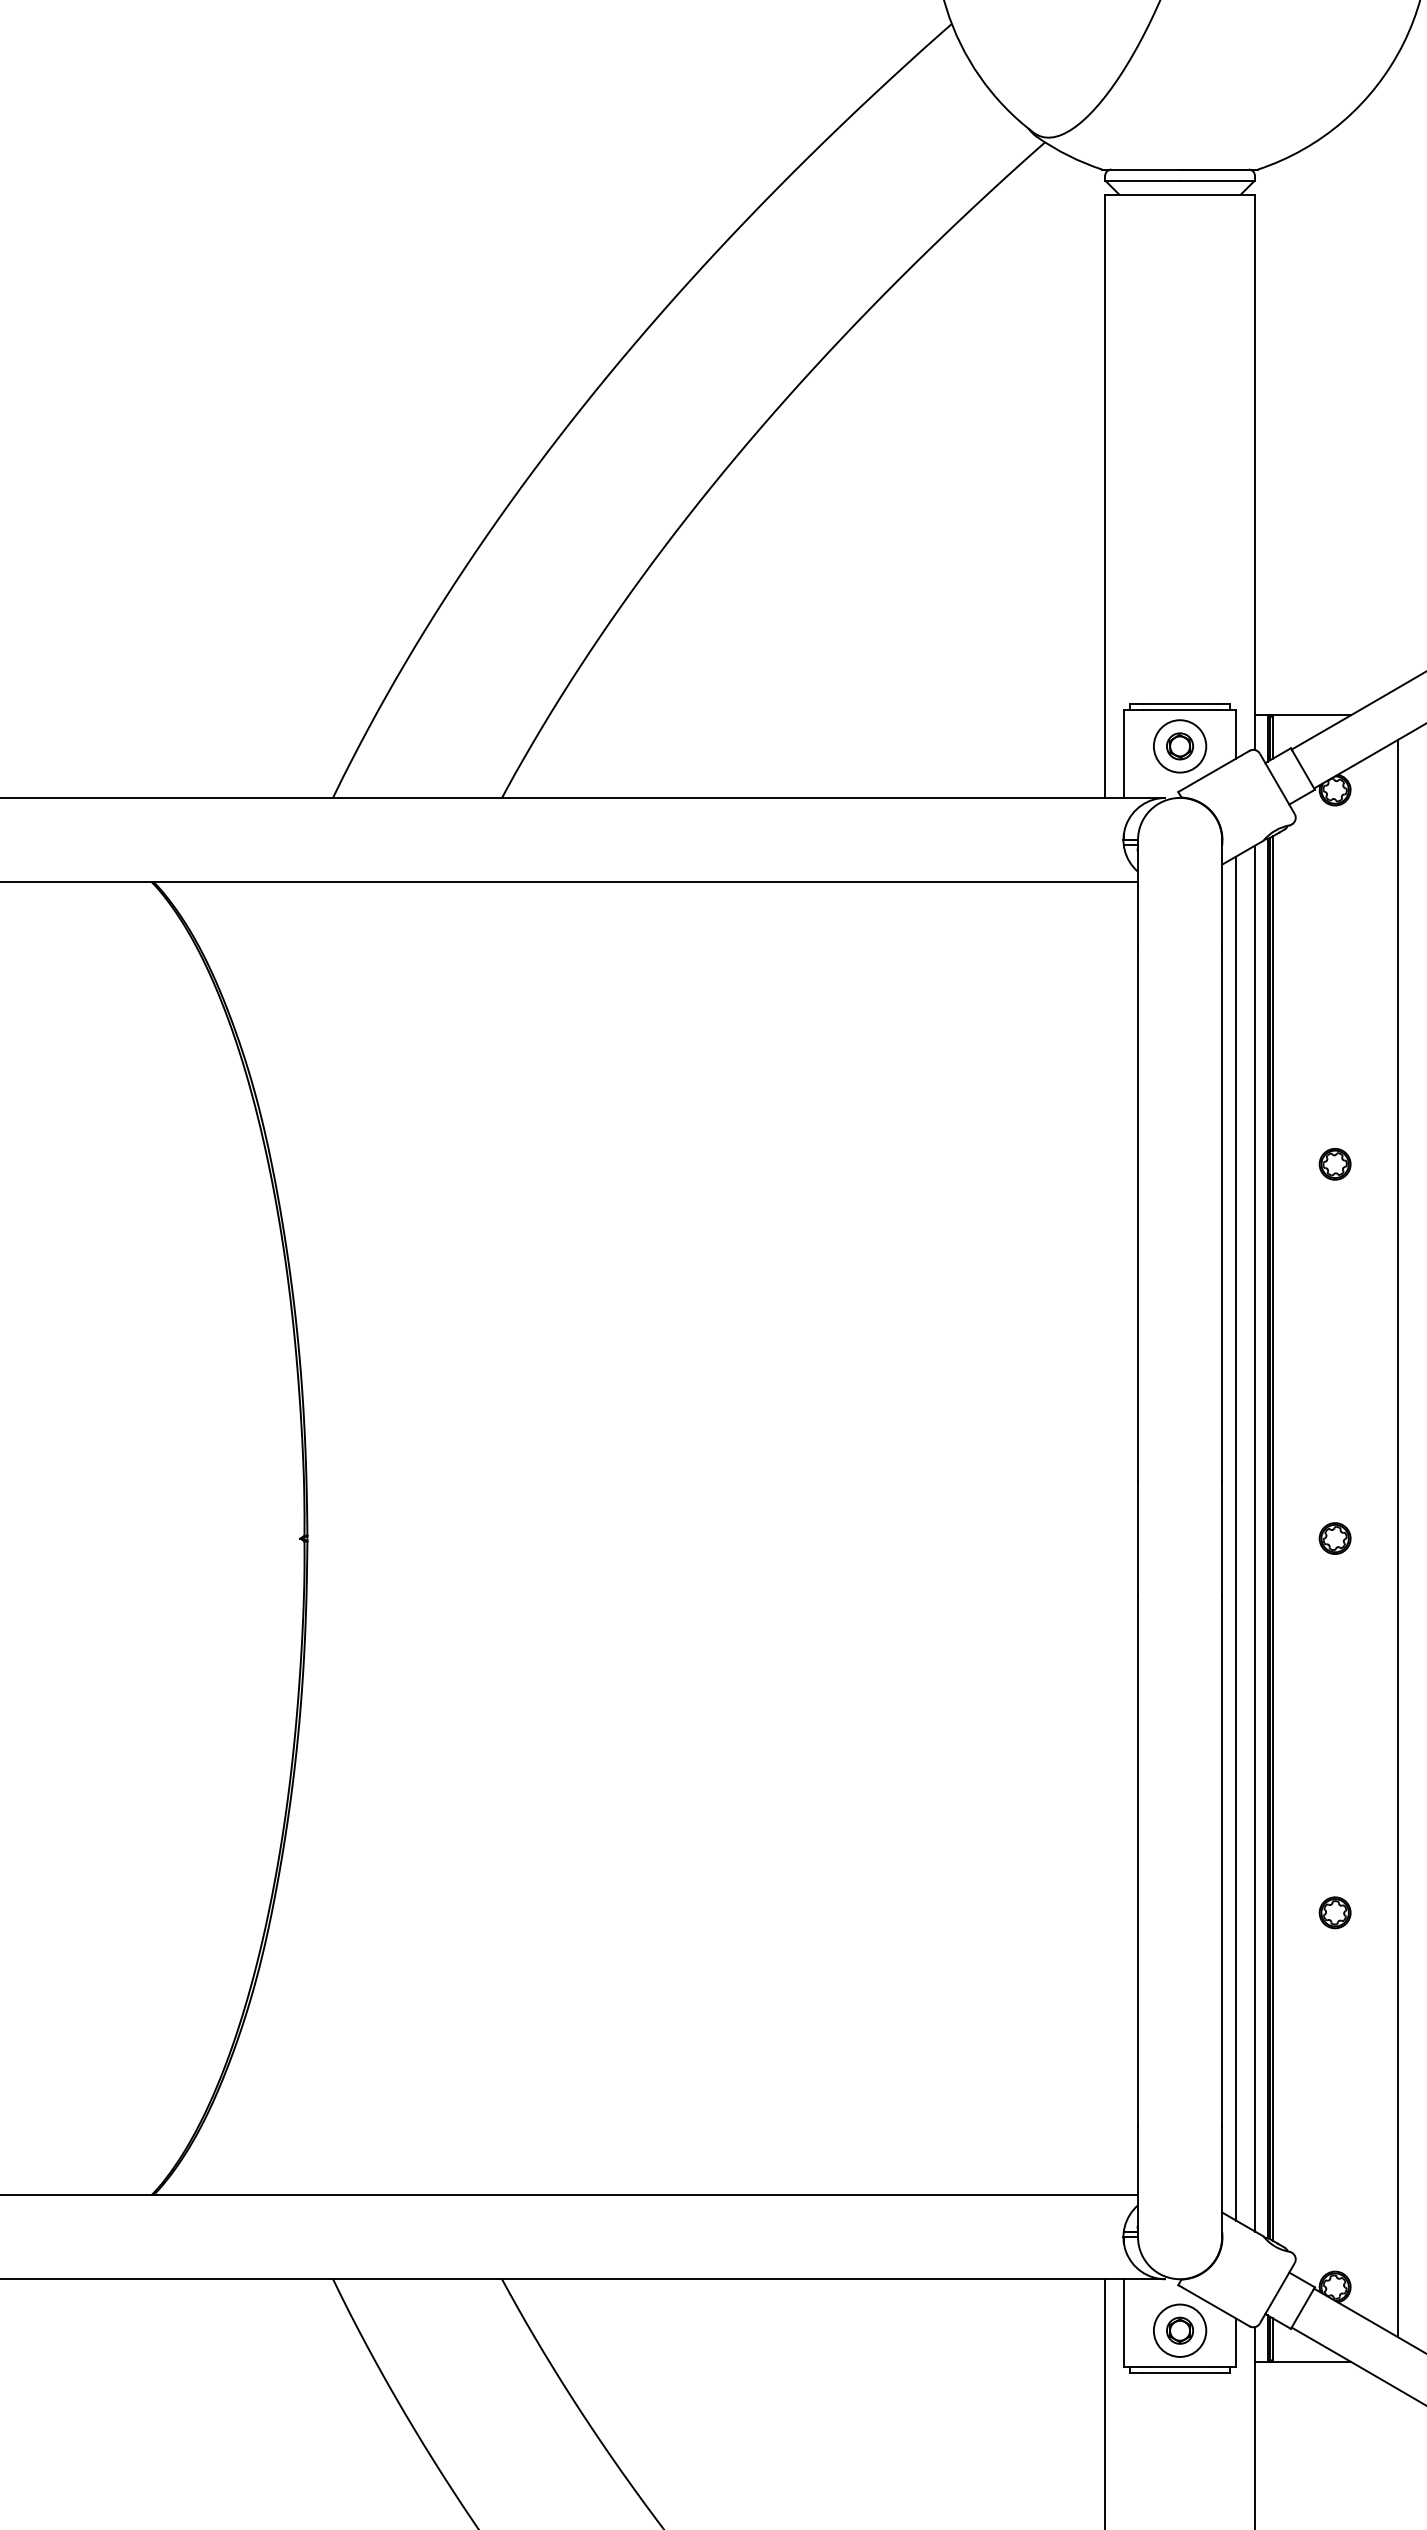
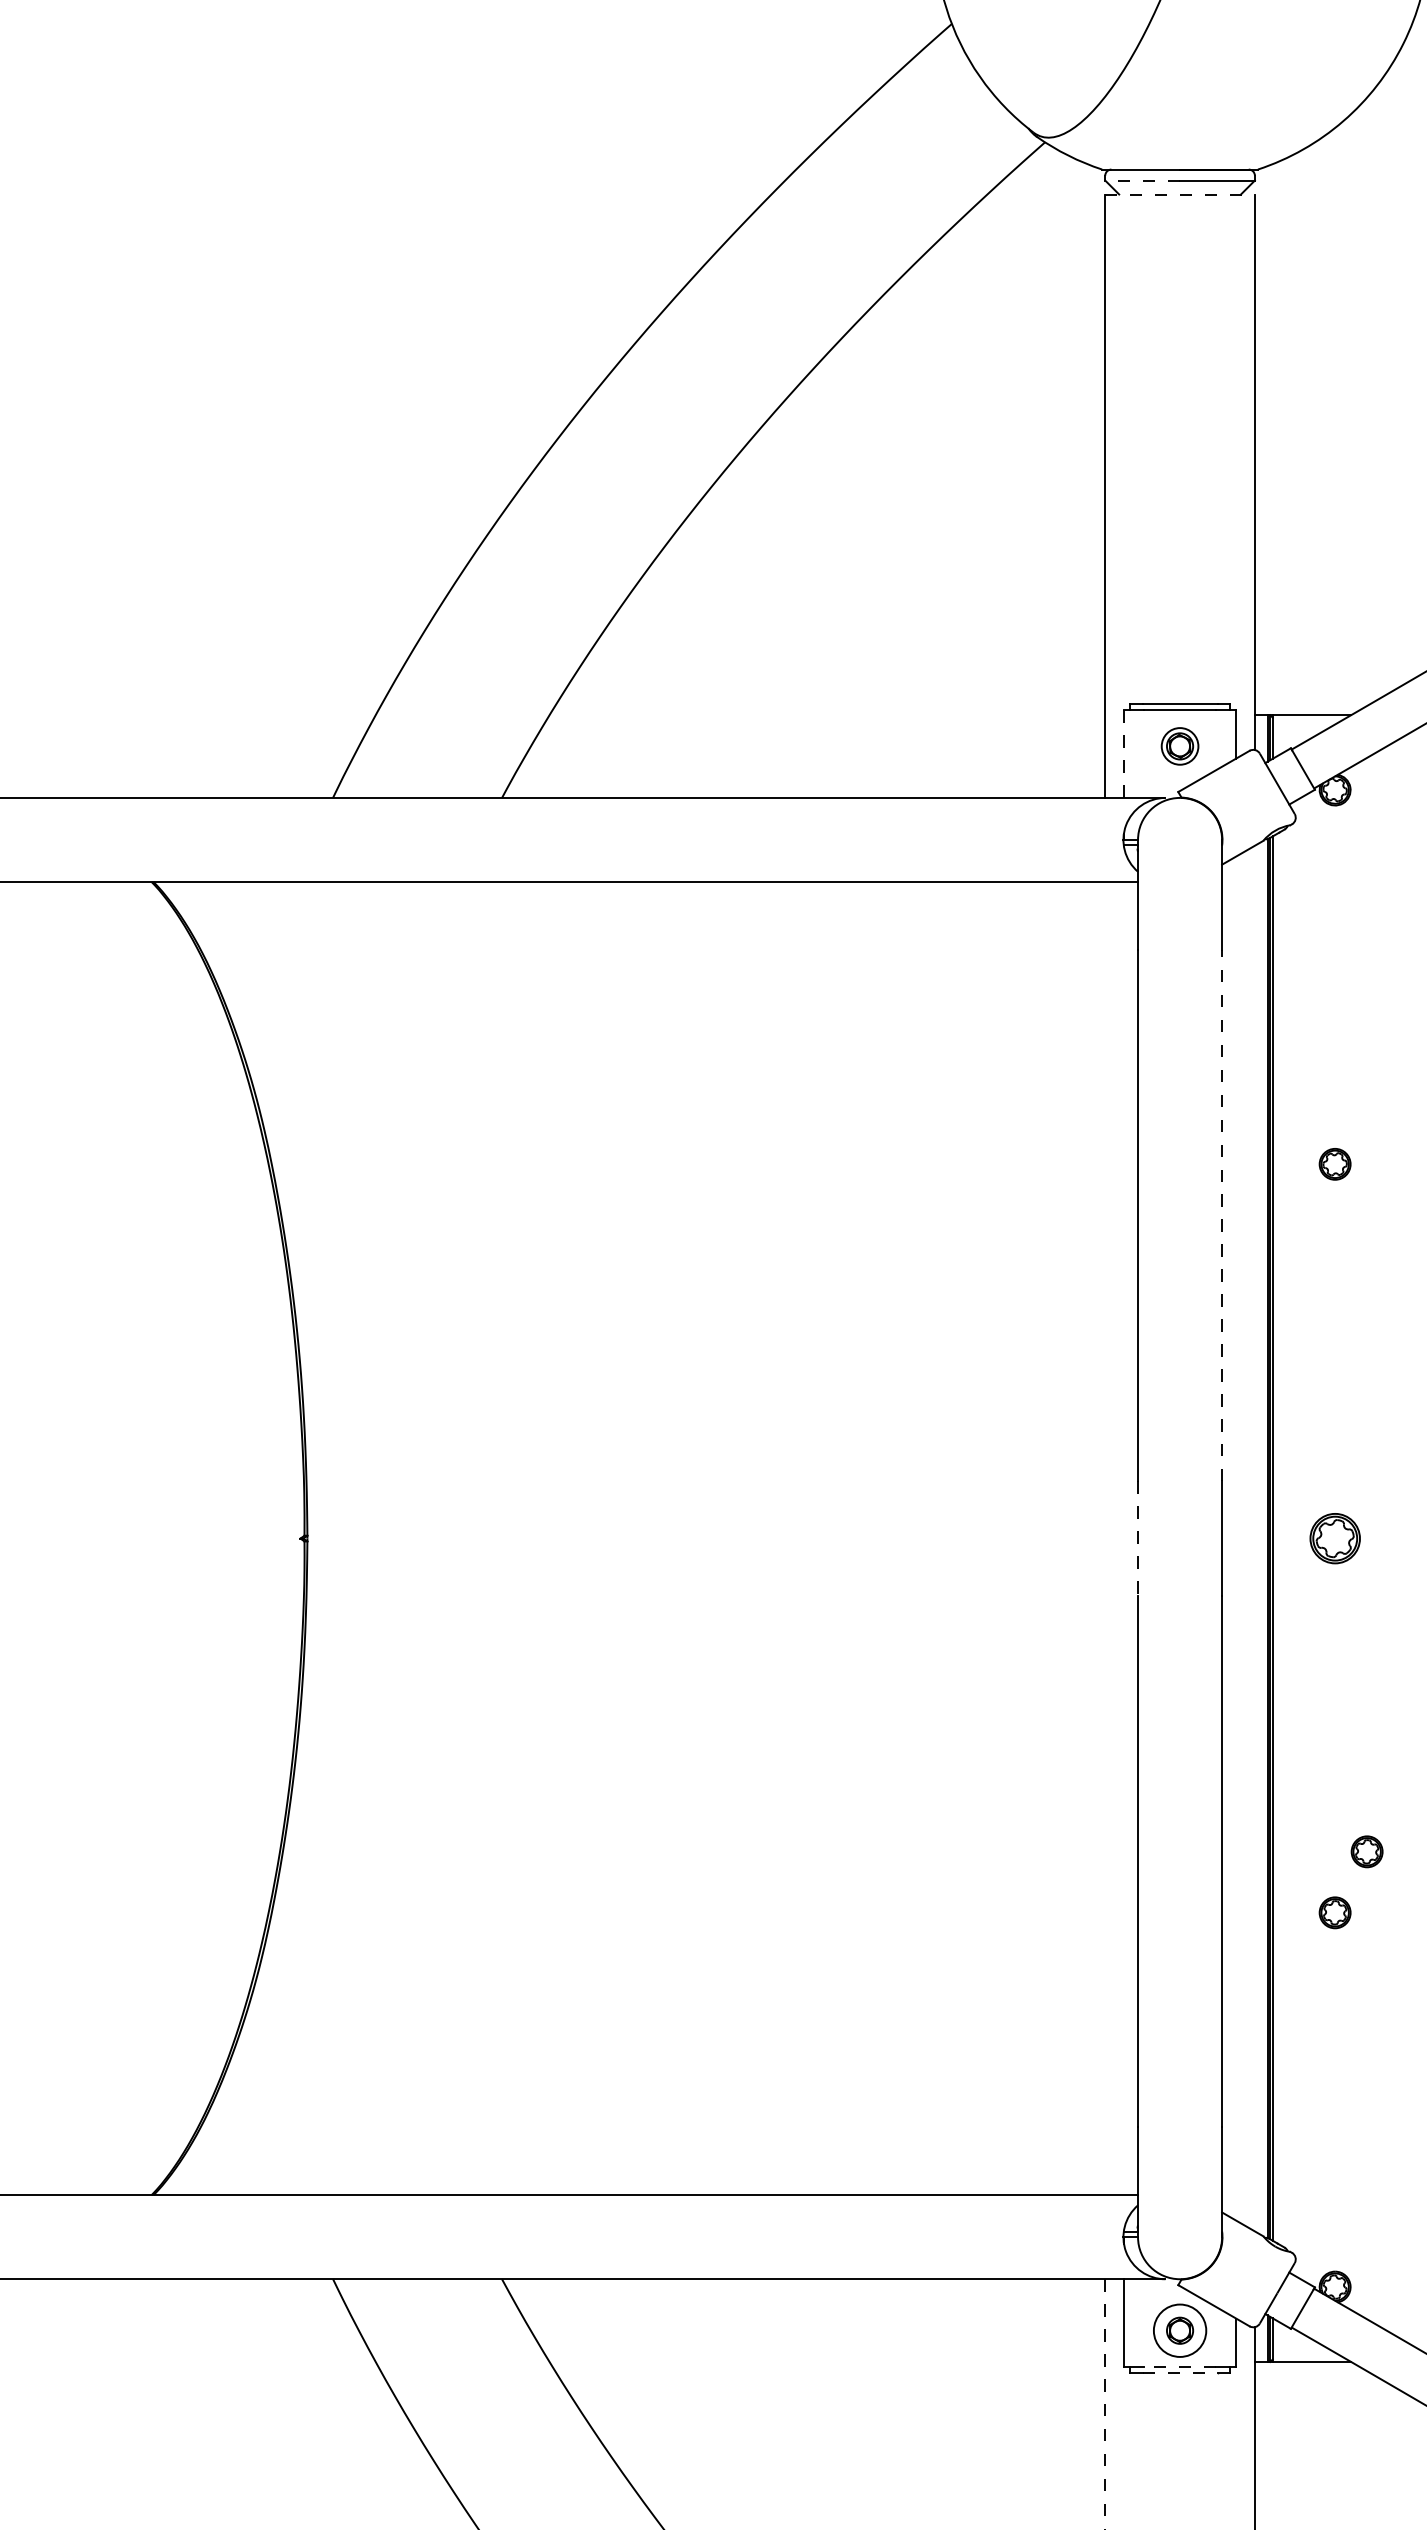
line at (1142, 180): solid -> dashed
line at (1180, 194): solid -> dashed
circle at (1179, 746) diameter: 52 px -> 37 px
line at (1123, 754): solid -> dashed
line at (1222, 1215): solid -> dashed
line at (1236, 1538): present -> none
line at (1255, 1538): present -> none
part at (1334, 1538) size: 34x33 px -> 52x52 px
line at (1397, 1538): present -> none
line at (1138, 1539): solid -> dashed
part at (1366, 1851): none -> present
line at (1179, 2366): solid -> dashed
line at (1180, 2373): solid -> dashed
line at (1104, 2404): solid -> dashed
